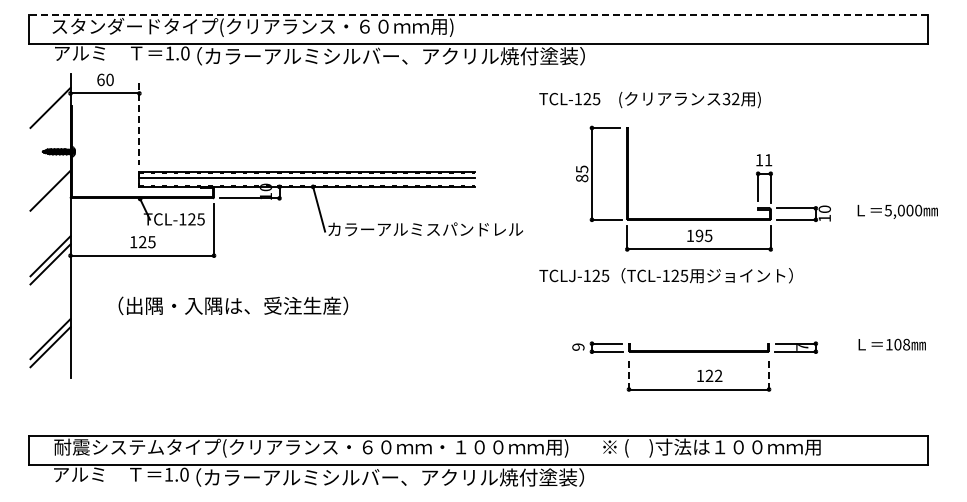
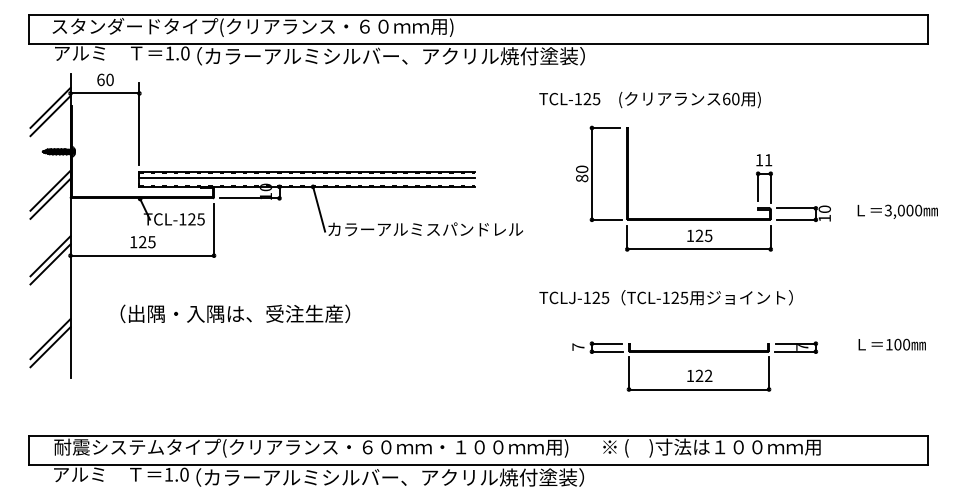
line at (477, 15): dashed -> solid
text at (730, 99): 32 -> 60
line at (50, 116): none -> present
line at (139, 124): dashed -> solid
text at (582, 169): 85 -> 80
line at (50, 198): none -> present
text at (888, 209): 5,000 -> 3,000
text at (699, 236): 195 -> 125
text at (665, 275) position: (665, 275) -> (665, 297)
text at (233, 305) position: (233, 305) -> (235, 313)
text at (906, 344): 108 -> 100
text at (578, 346): 9 -> 7
line at (628, 373): dashed -> solid
line at (769, 373): dashed -> solid
text at (709, 375) position: (709, 375) -> (699, 375)
